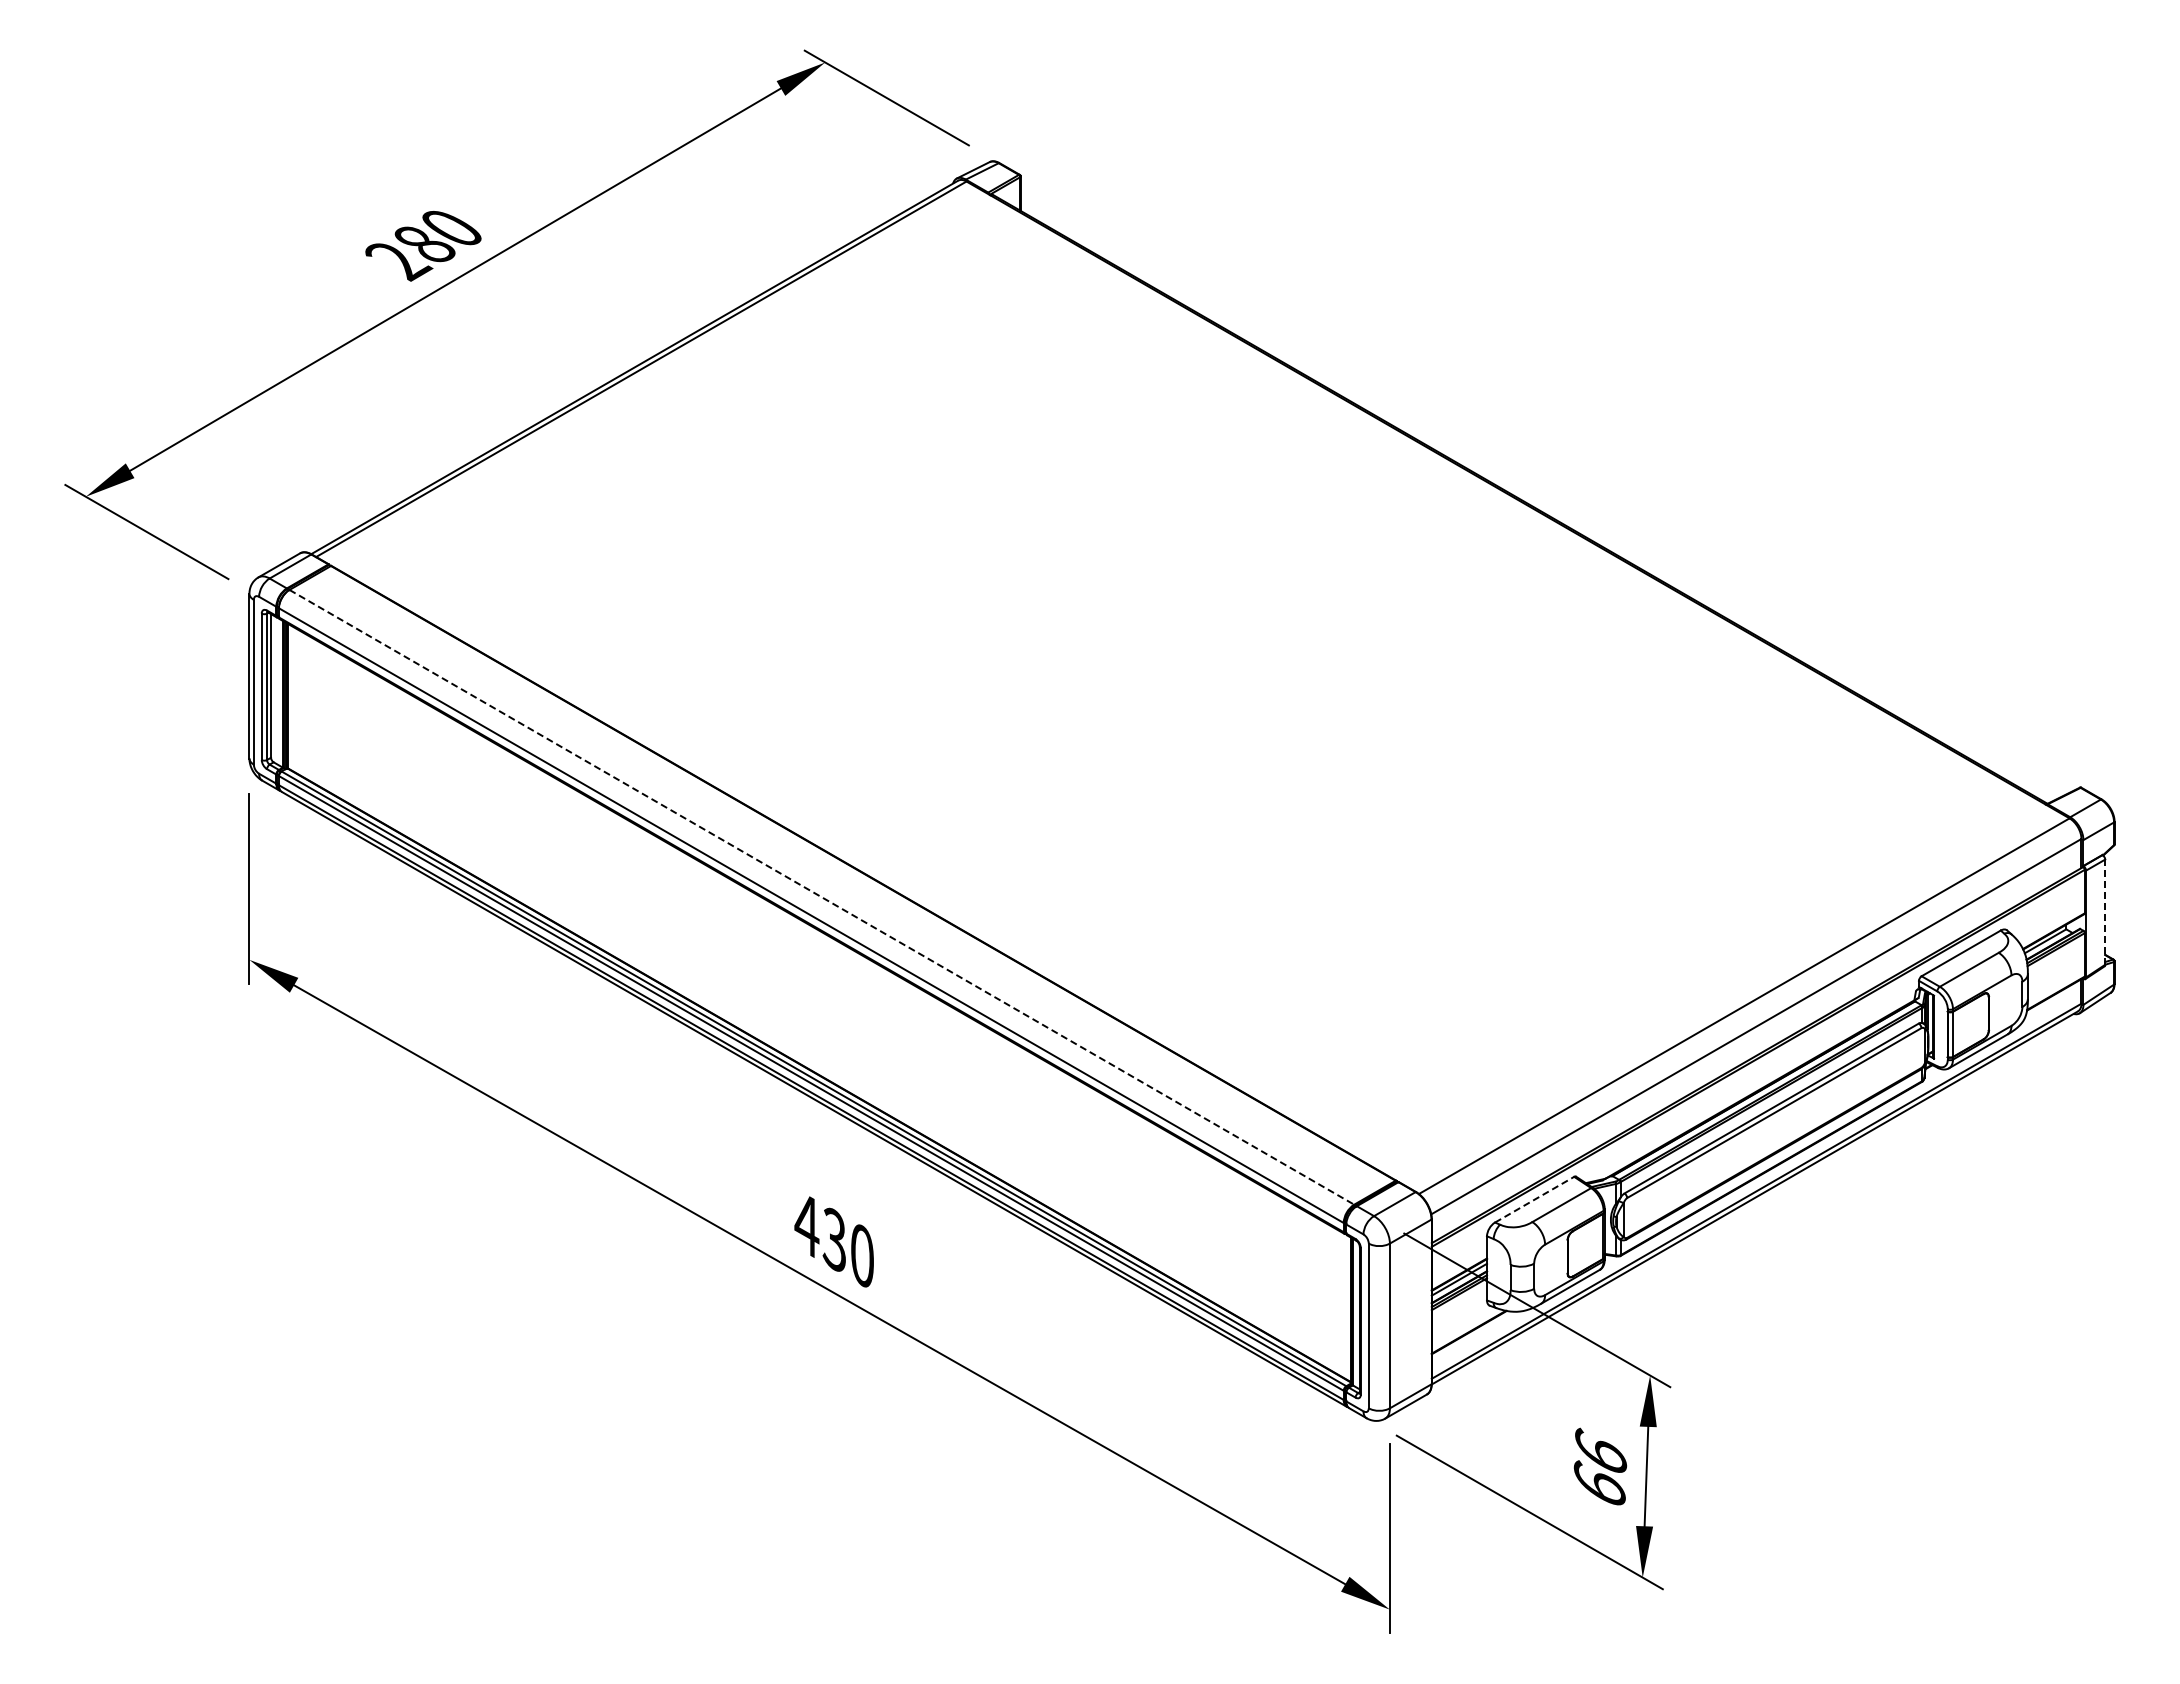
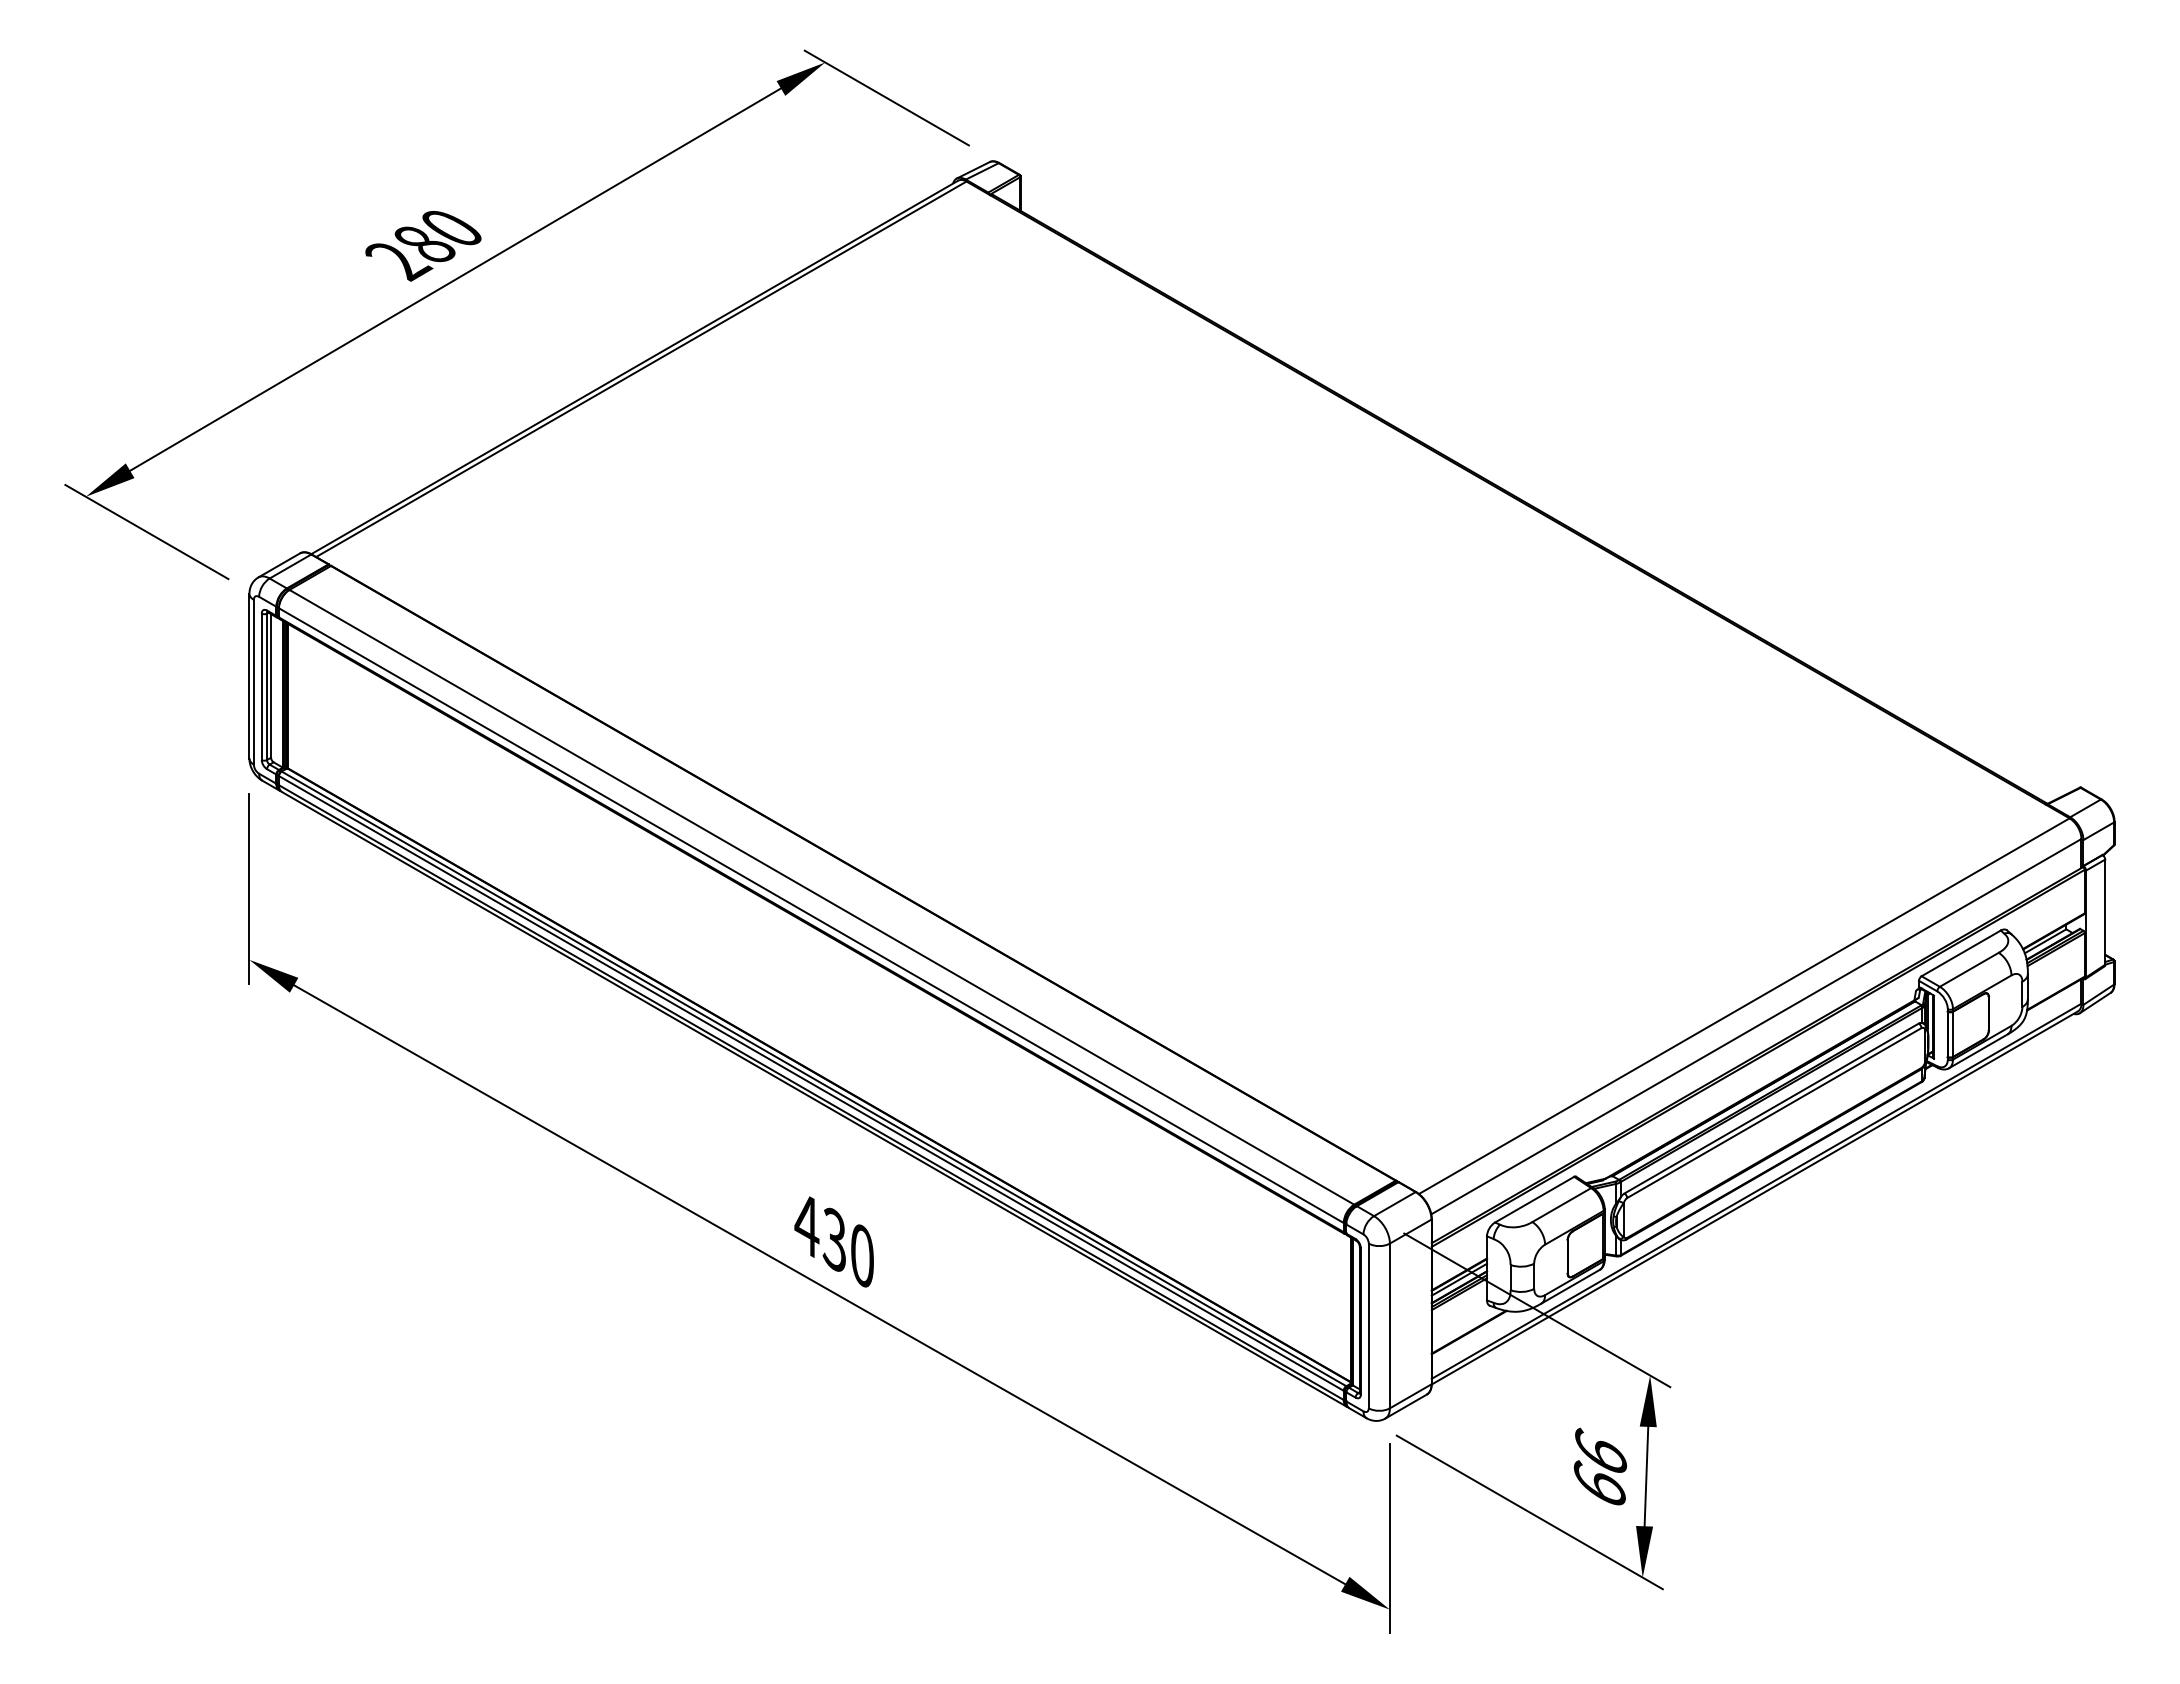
line at (821, 897): dashed -> solid
line at (2105, 912): dashed -> solid
line at (1534, 1199): dashed -> solid
